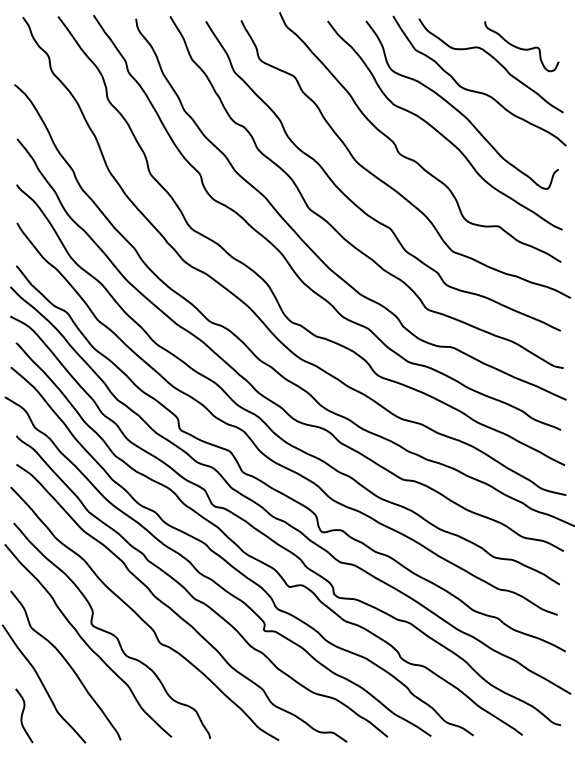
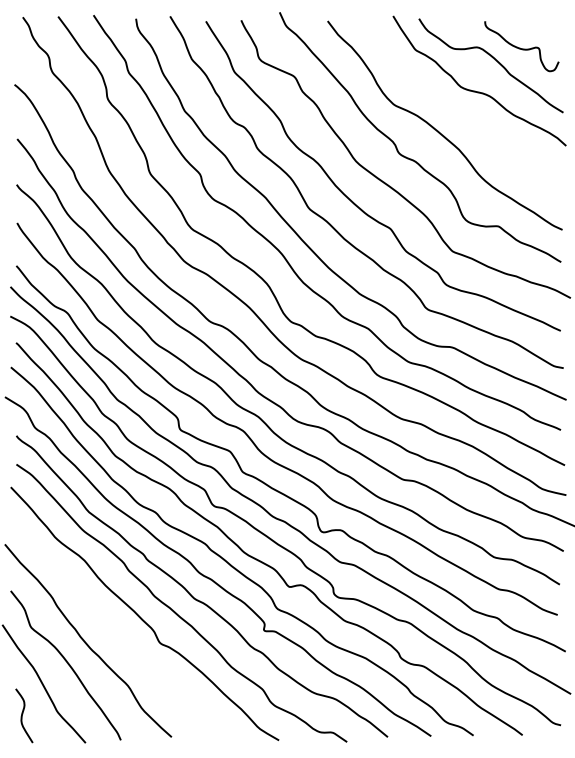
curve at (459, 110): present -> none
curve at (111, 632): present -> none
